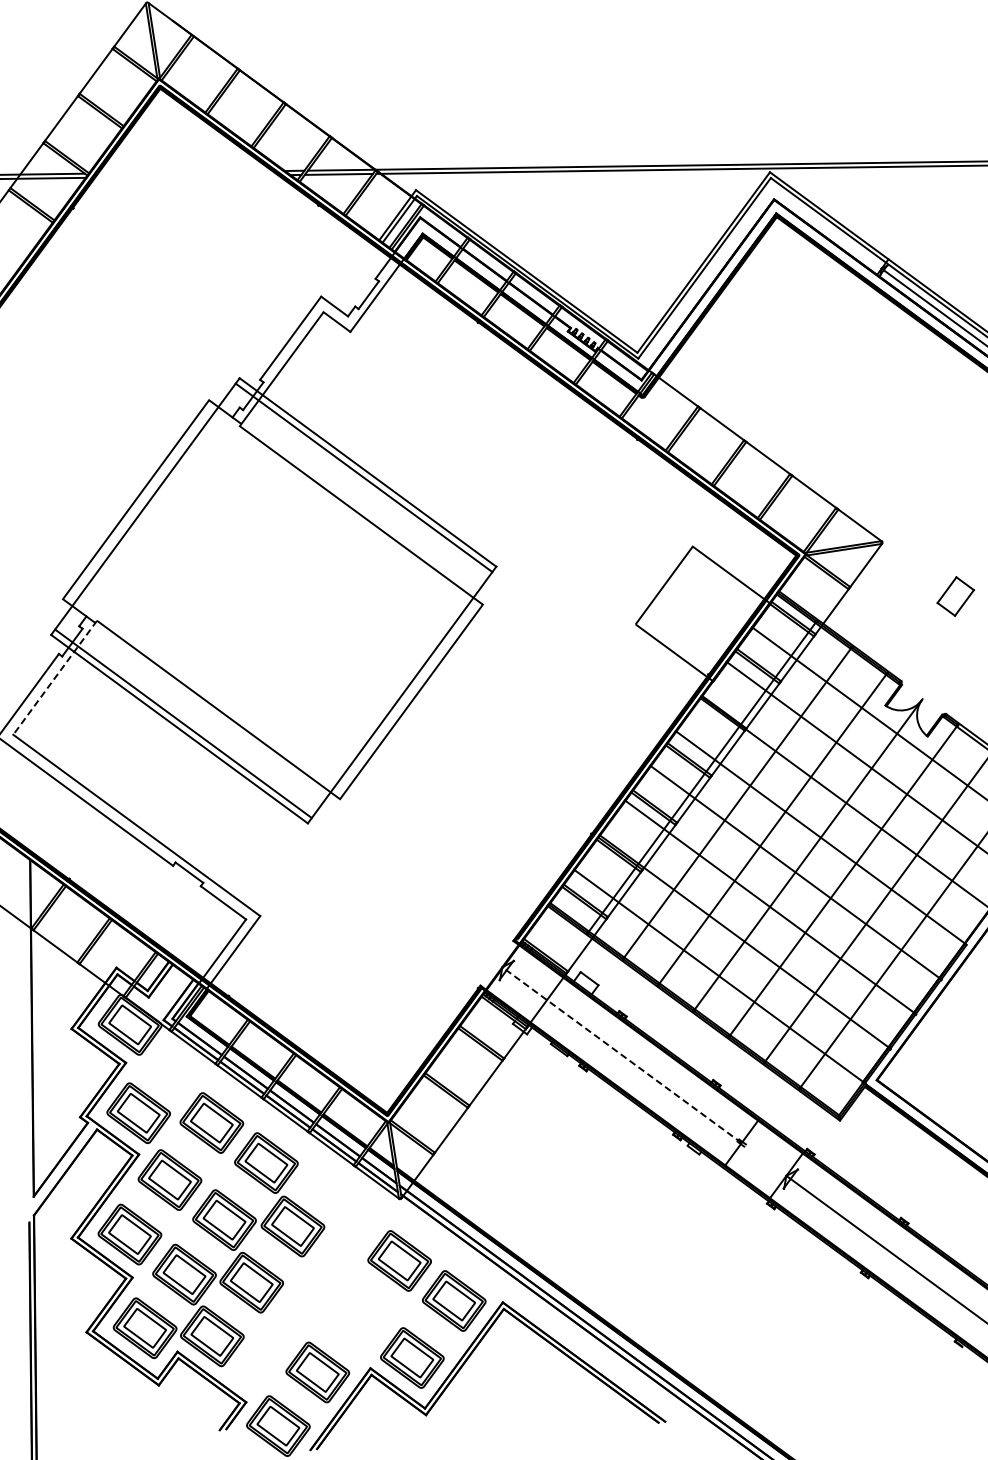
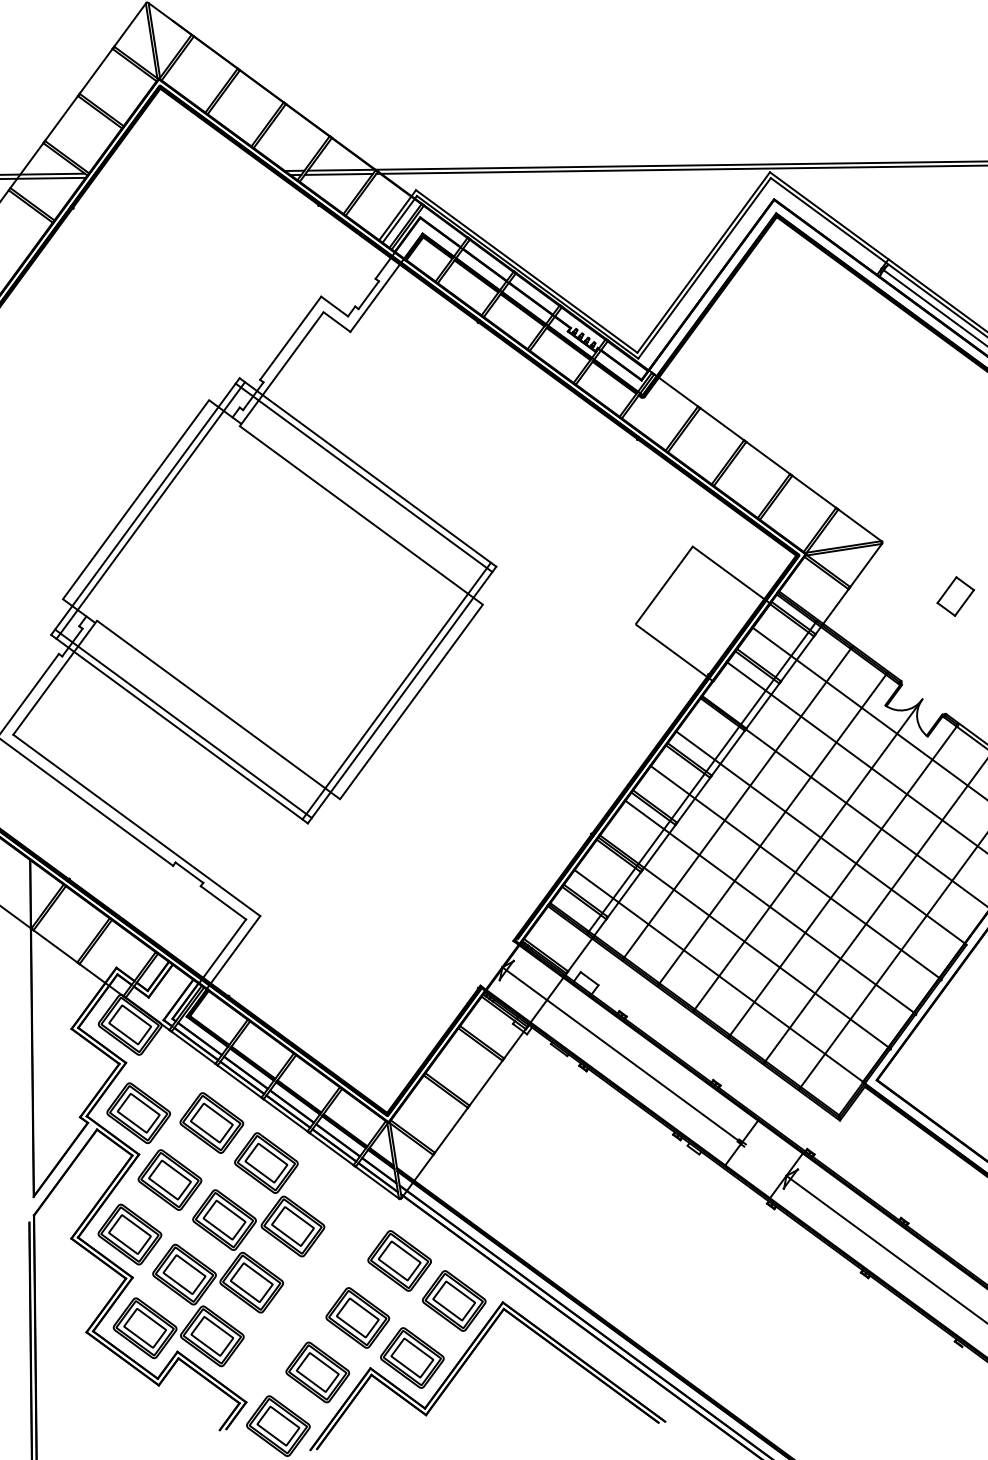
line at (150, 510): none -> present
line at (55, 677): dashed -> solid
line at (396, 690): none -> present
line at (621, 1054): dashed -> solid
part at (357, 1317): none -> present
